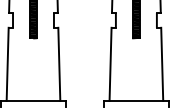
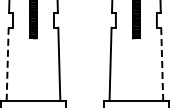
line at (7, 64): solid -> dashed
line at (162, 64): solid -> dashed
